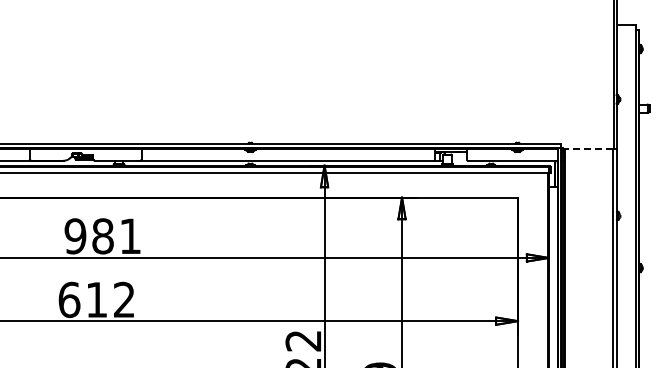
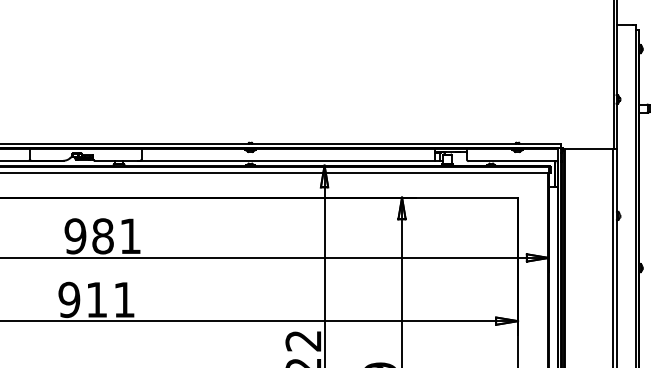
line at (589, 149): dashed -> solid
text at (96, 299): 612 -> 911
